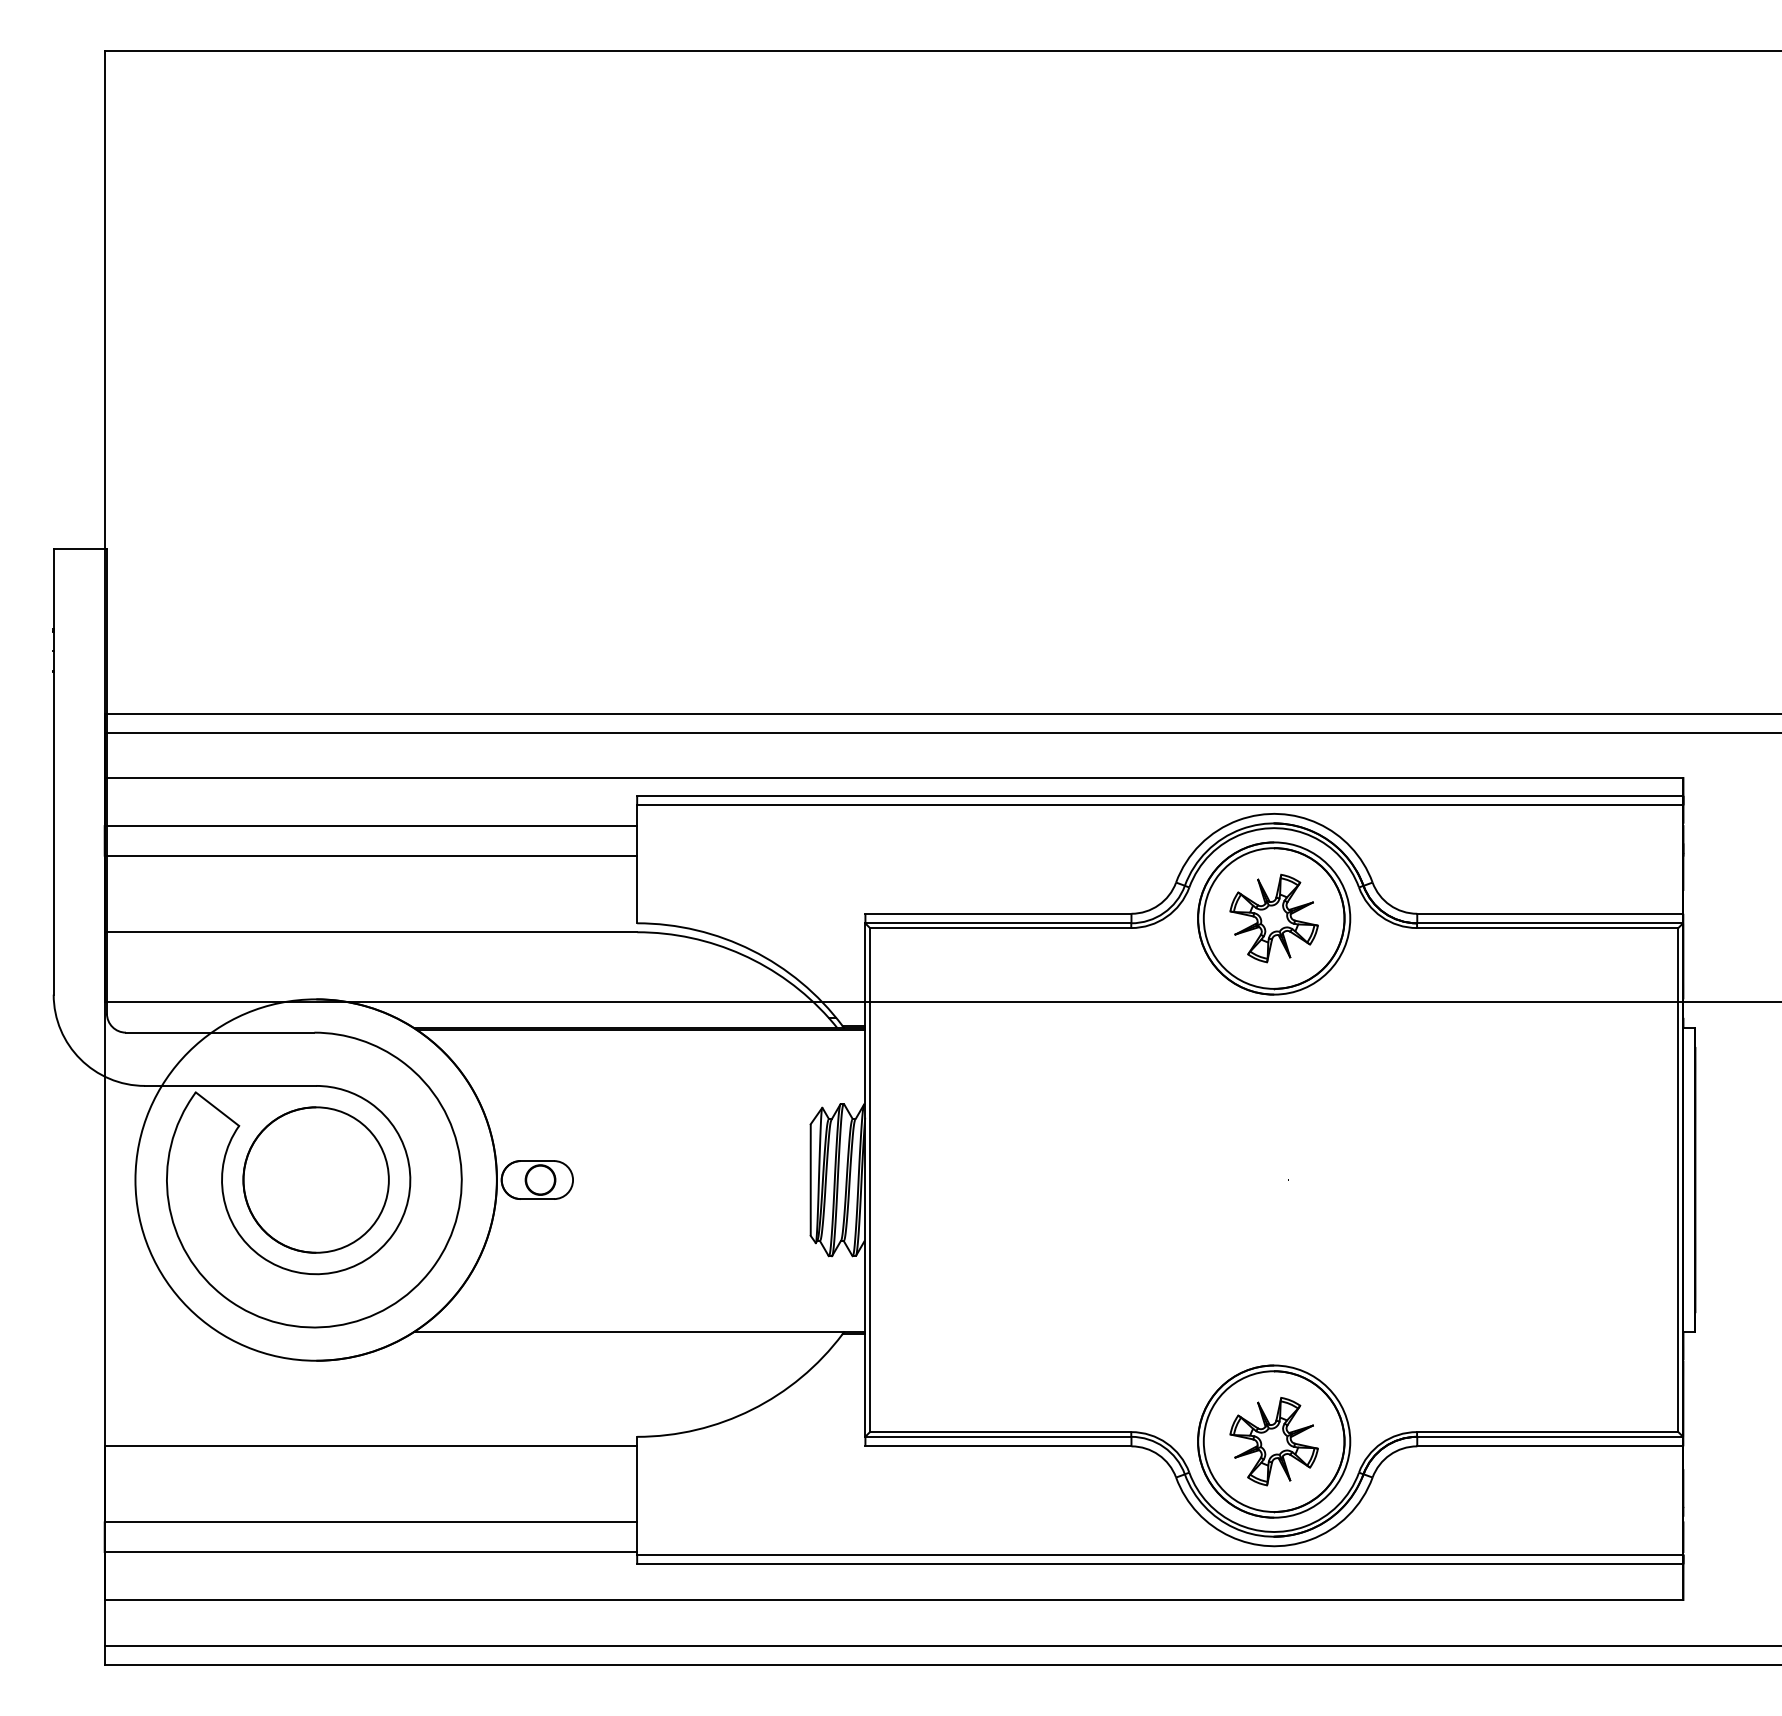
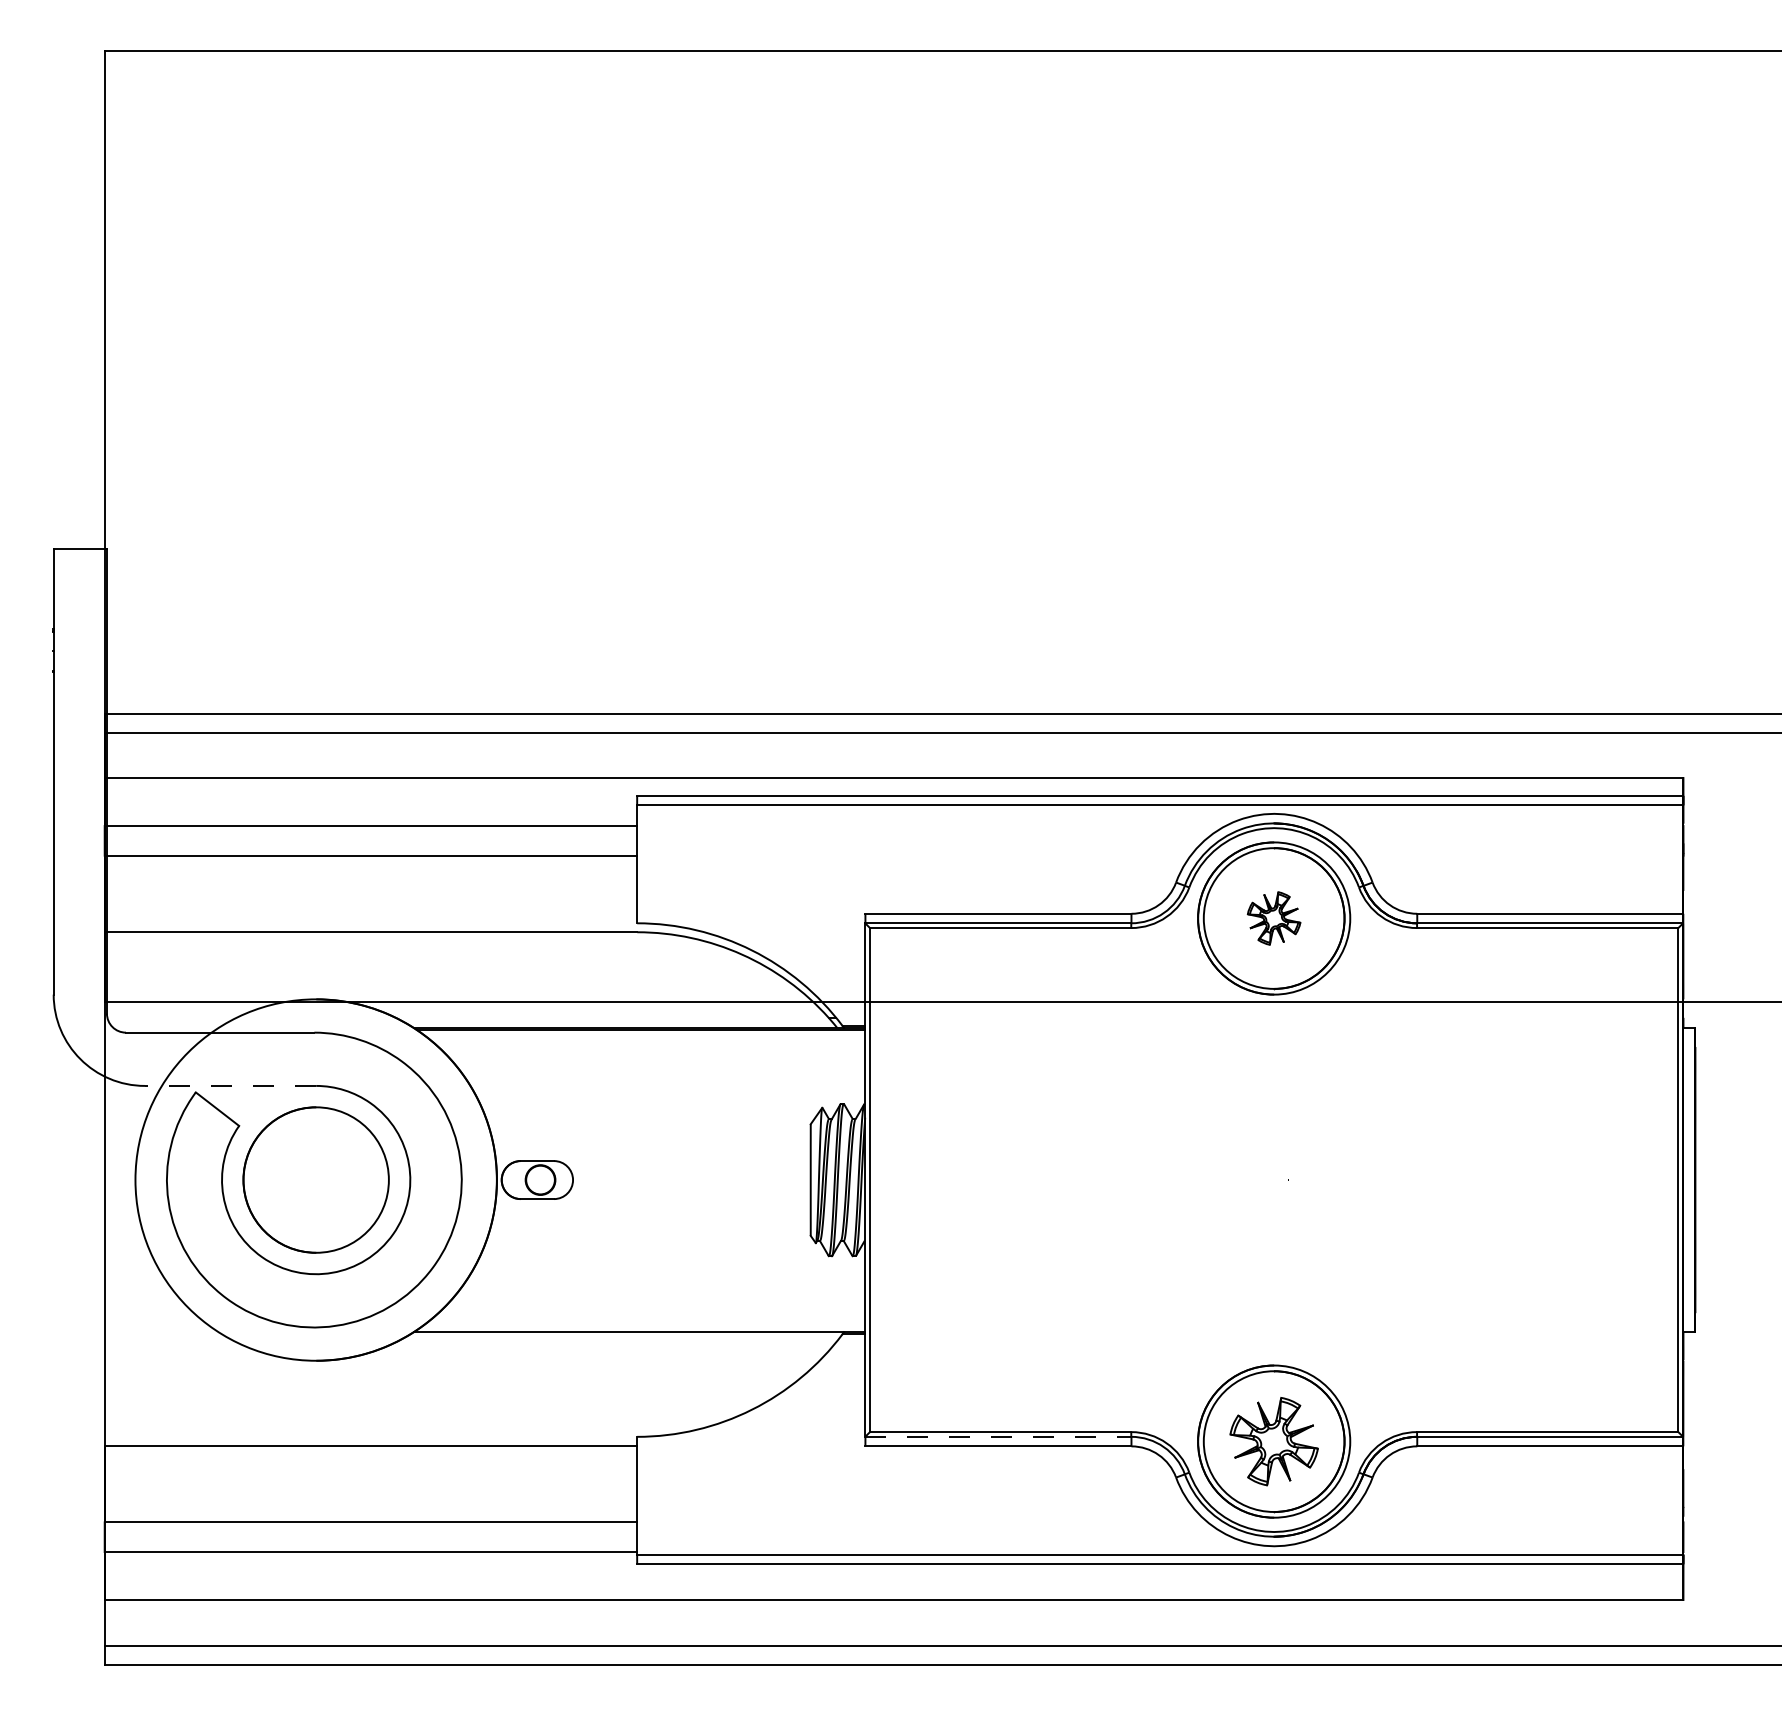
part at (1273, 918) size: 90x91 px -> 56x55 px
line at (230, 1085): solid -> dashed
line at (998, 1436): solid -> dashed
